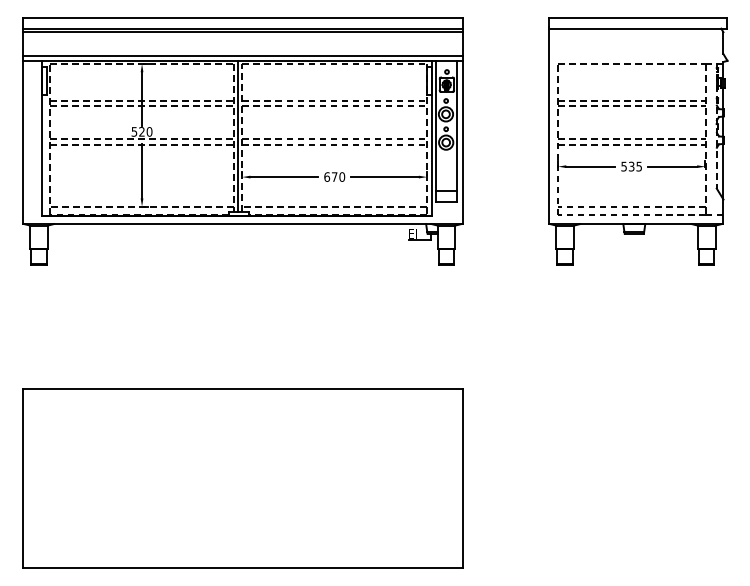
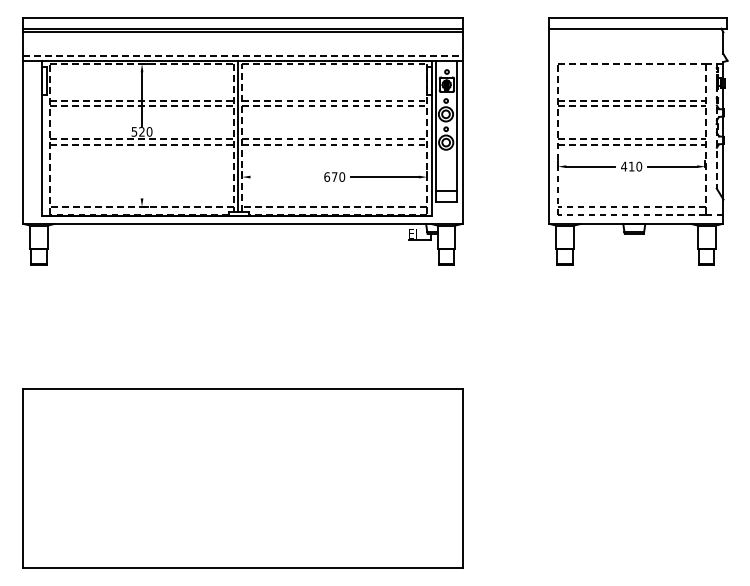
line at (243, 55): solid -> dashed
text at (631, 166): 535 -> 410
line at (142, 171): present -> none
line at (284, 177): present -> none
